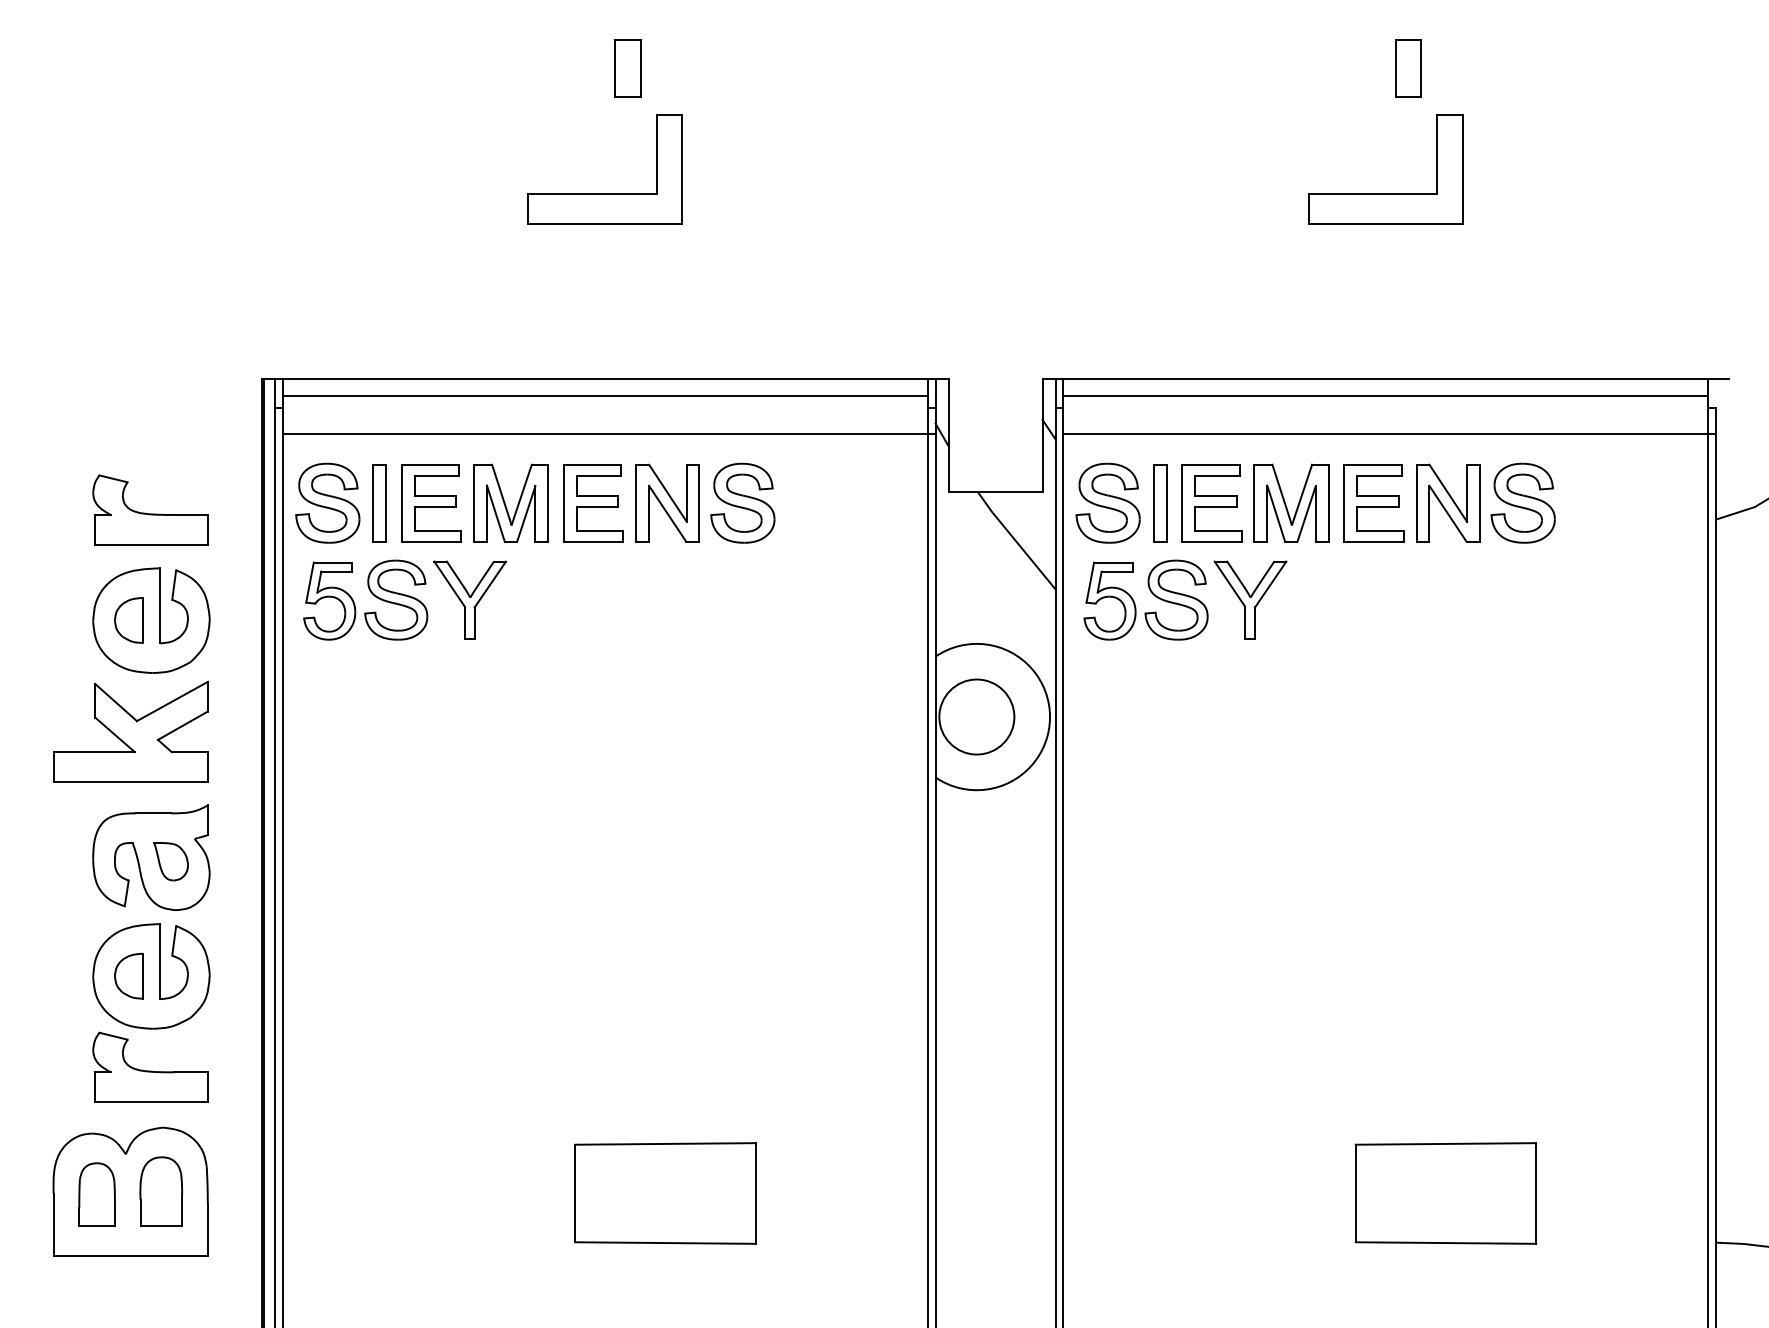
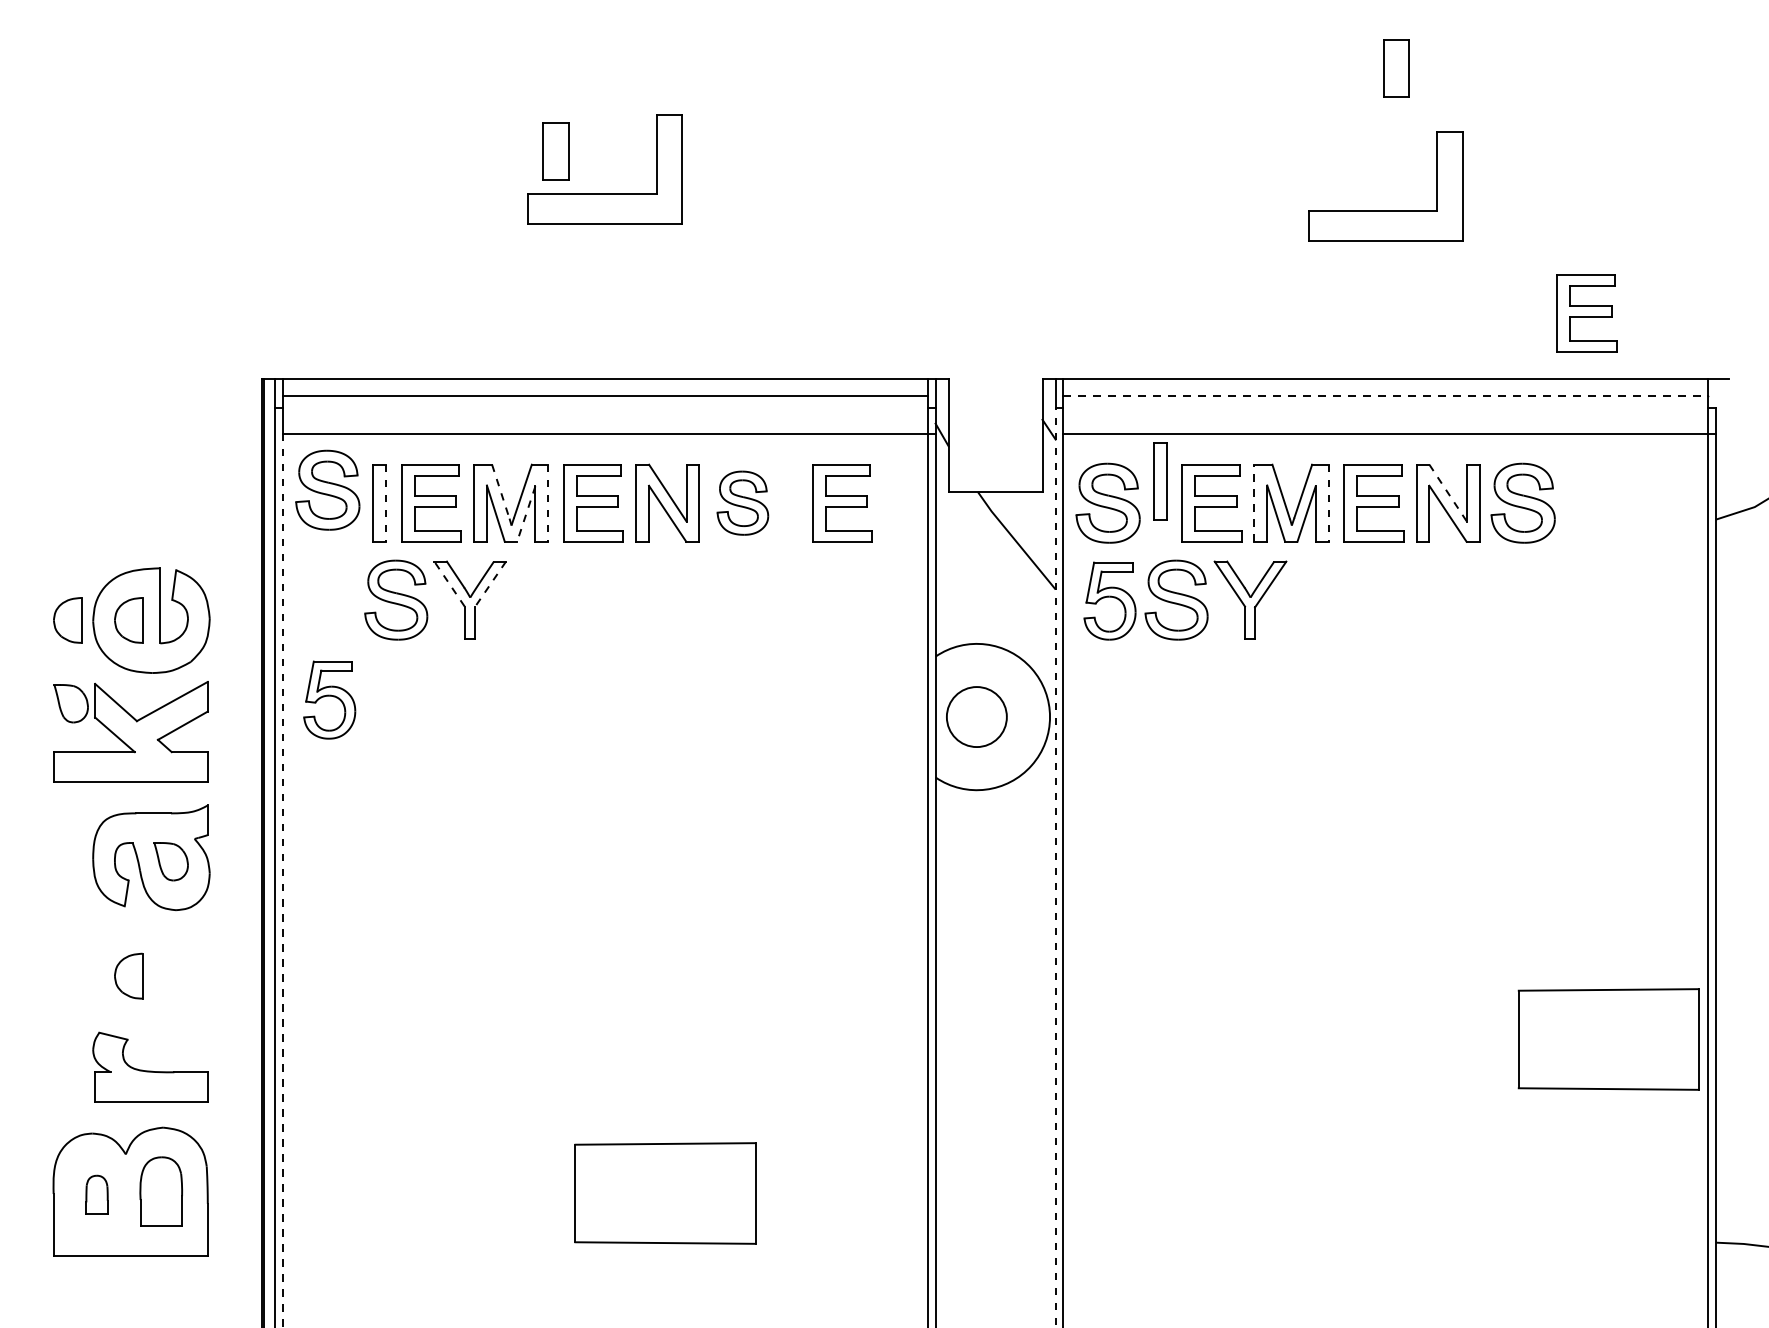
part at (627, 68) position: (627, 68) -> (555, 151)
part at (1408, 68) position: (1408, 68) -> (1396, 68)
part at (1385, 193) position: (1385, 193) -> (1385, 210)
part at (1586, 313): none -> present
line at (1385, 396): solid -> dashed
line at (500, 492): solid -> dashed
line at (1448, 493): solid -> dashed
part at (327, 502) position: (327, 502) -> (327, 489)
part at (742, 502) size: 66x82 px -> 54x66 px
line at (386, 503): solid -> dashed
line at (548, 503): solid -> dashed
part at (842, 503): none -> present
part at (1160, 503) position: (1160, 503) -> (1160, 481)
line at (1254, 503): solid -> dashed
line at (1328, 503): solid -> dashed
part at (150, 509): present -> none
line at (526, 514): solid -> dashed
line at (449, 583): solid -> dashed
line at (490, 584): solid -> dashed
part at (329, 600) position: (329, 600) -> (329, 699)
part at (67, 620): none -> present
part at (70, 703): none -> present
circle at (976, 716) diameter: 75 px -> 60 px
line at (1055, 867): solid -> dashed
line at (282, 880): solid -> dashed
part at (151, 976): present -> none
part at (1445, 1193) position: (1445, 1193) -> (1608, 1039)
part at (96, 1194) size: 38x65 px -> 24x41 px
